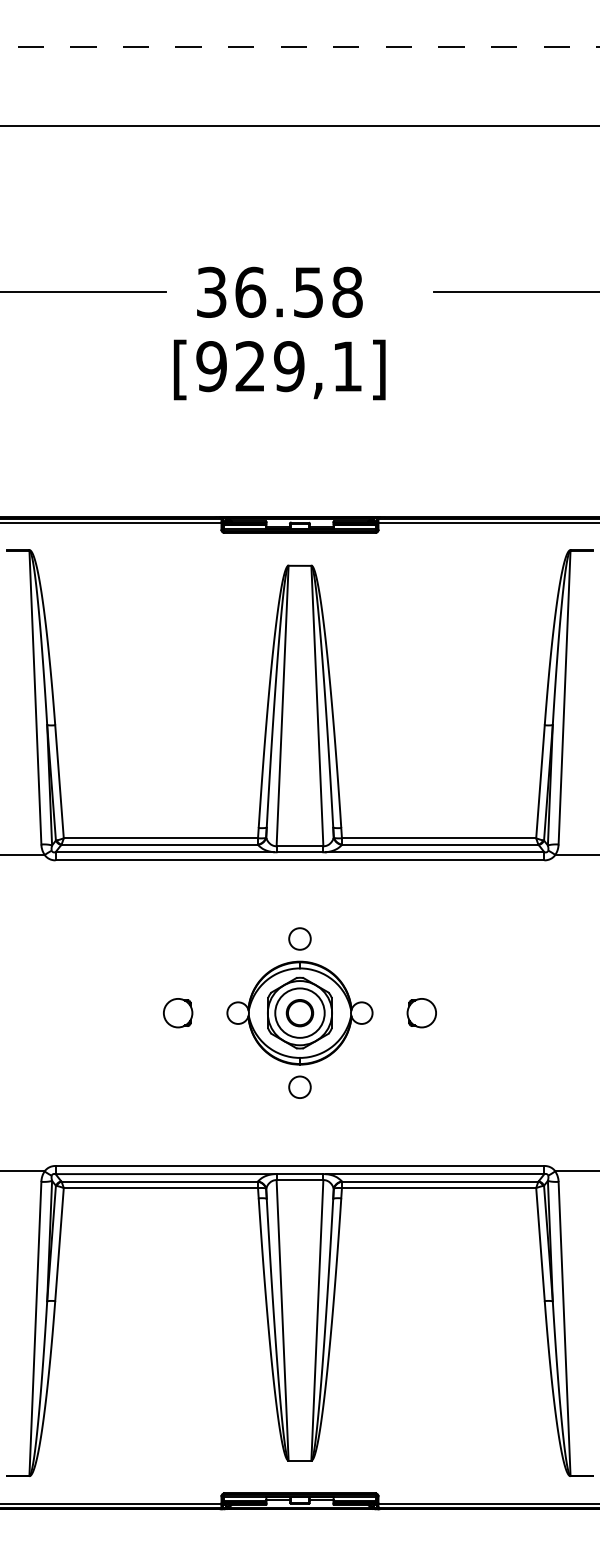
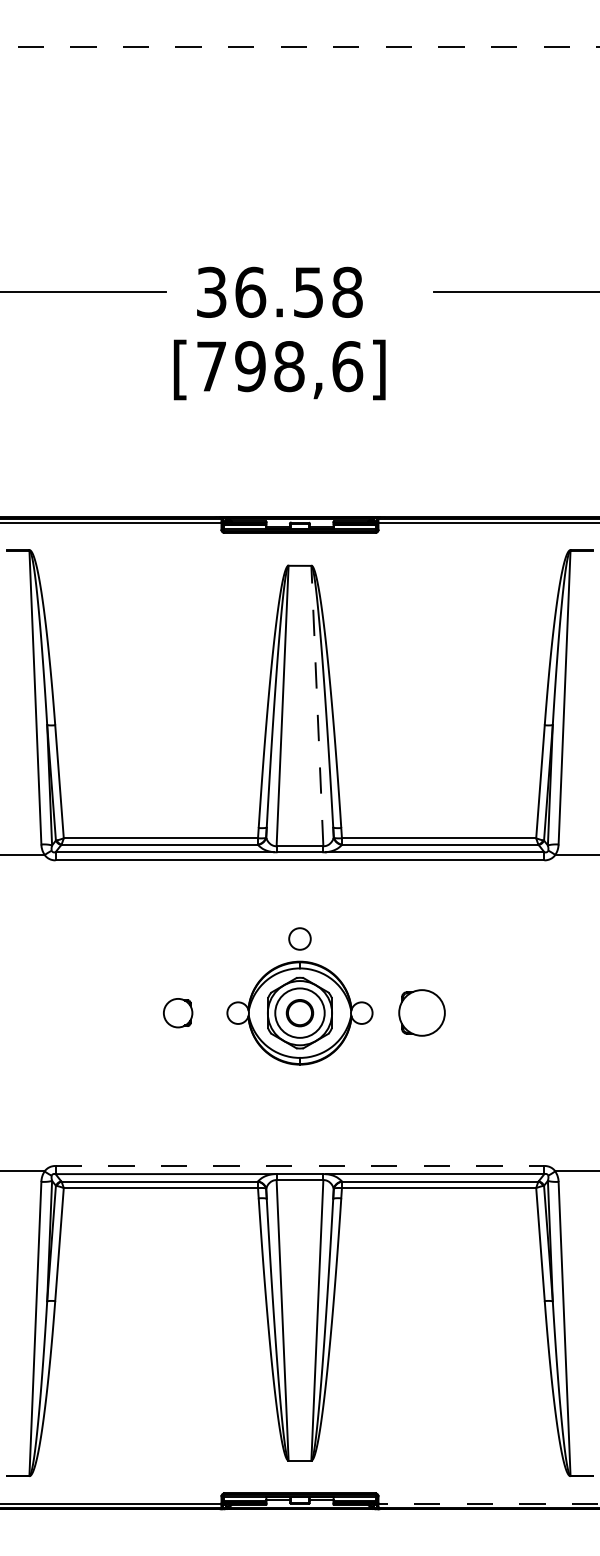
line at (299, 125): present -> none
text at (279, 366): [929,1] -> [798,6]
line at (317, 705): solid -> dashed
part at (421, 1013) size: 31x31 px -> 48x48 px
circle at (299, 1086): present -> none
line at (300, 1165): solid -> dashed
line at (488, 1503): solid -> dashed
